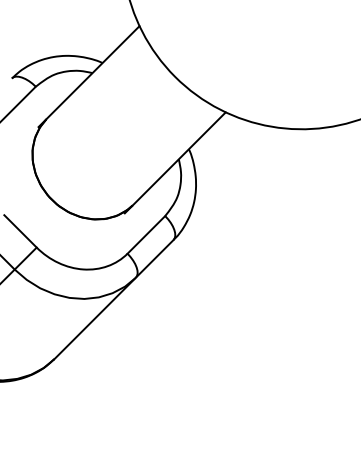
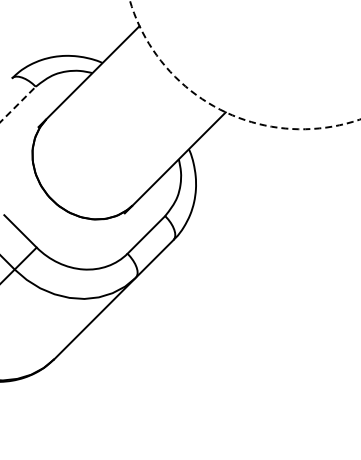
line at (18, 104): solid -> dashed
arc at (216, 107): solid -> dashed
